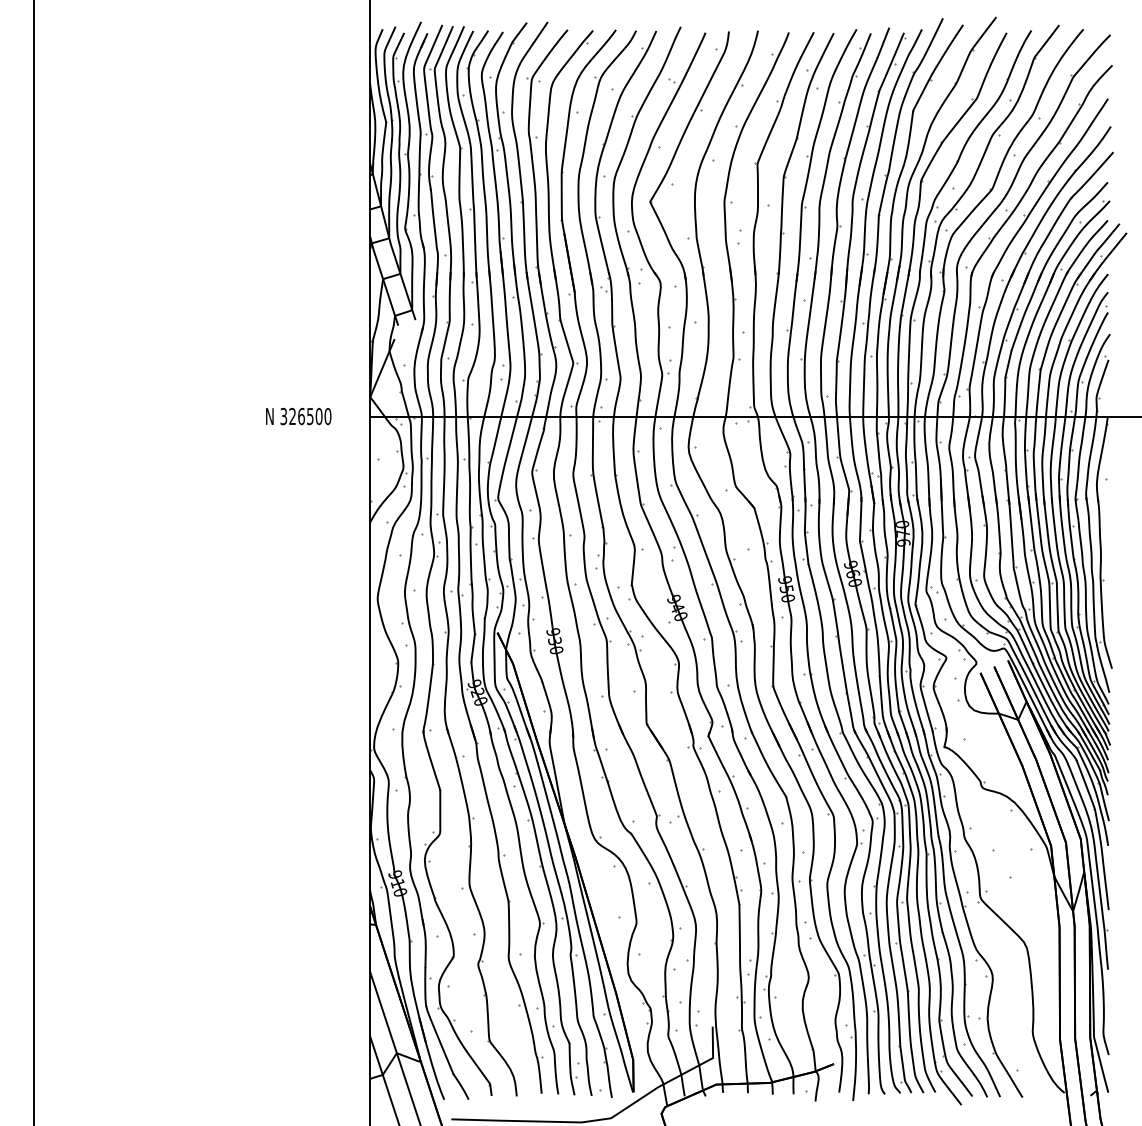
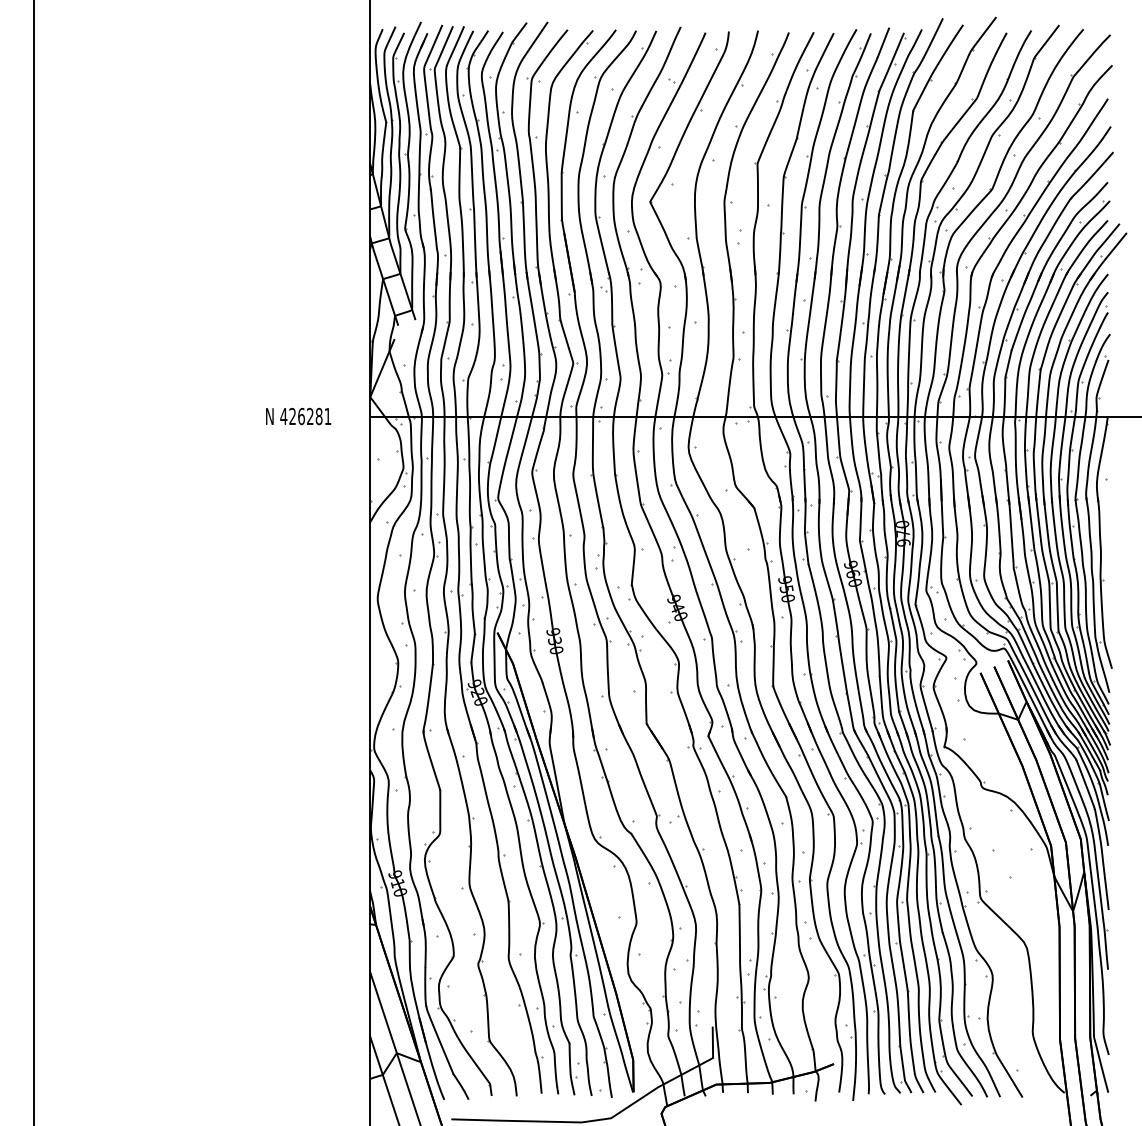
text at (305, 416): 326500 -> 426281
